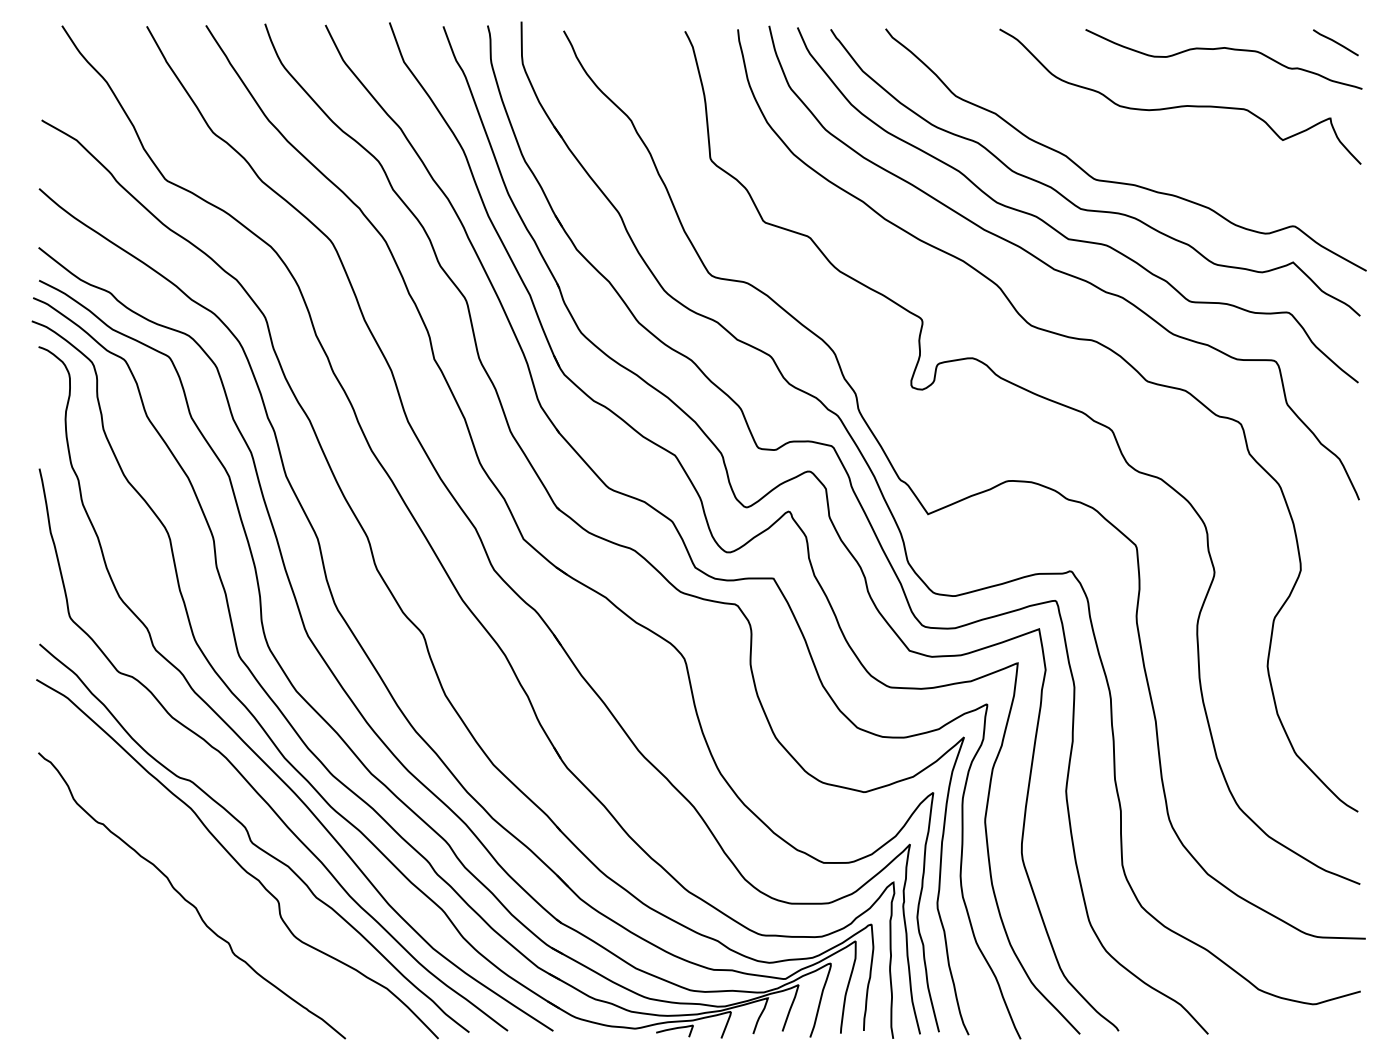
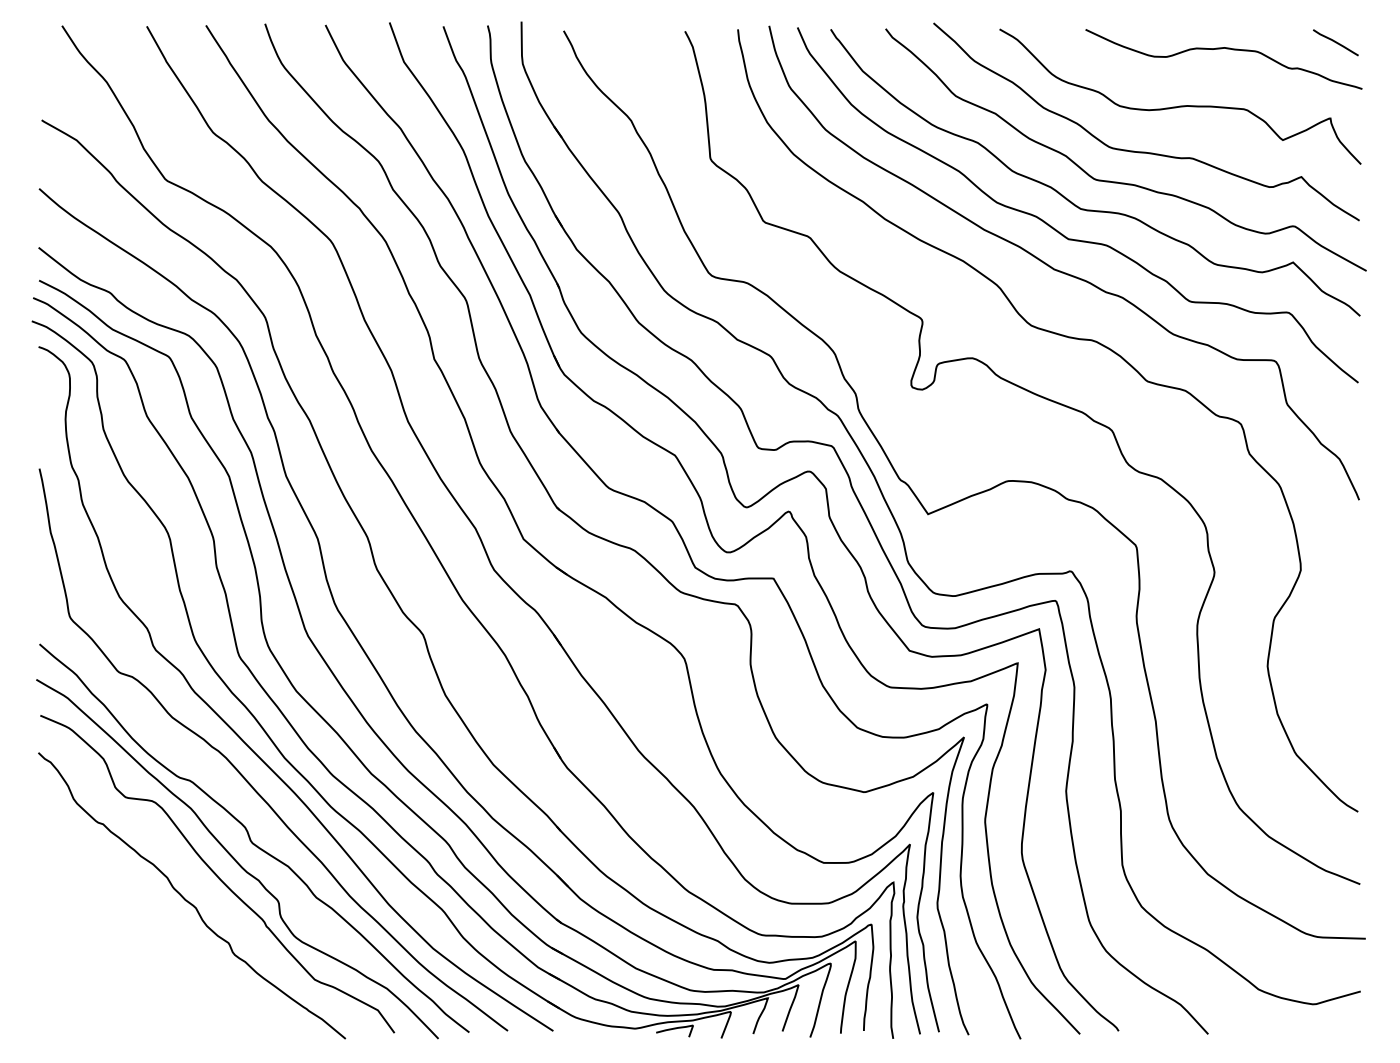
curve at (1145, 151): none -> present
curve at (217, 874): none -> present
